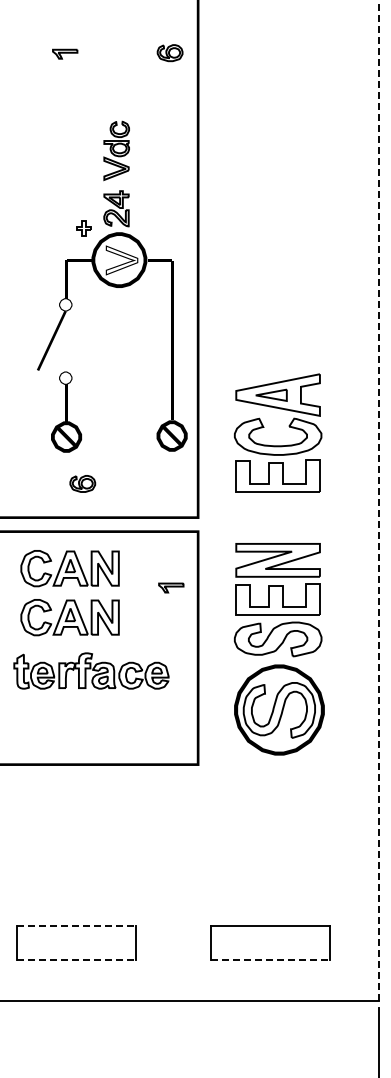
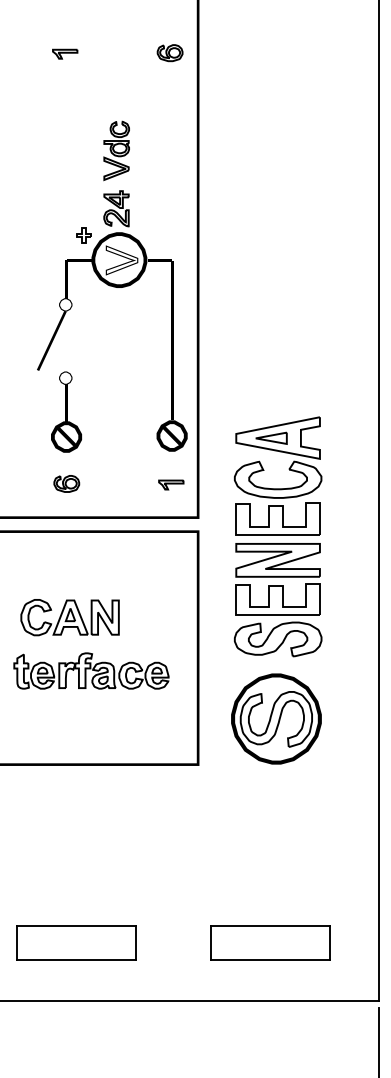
part at (83, 228) position: (83, 228) -> (83, 235)
part at (288, 426) position: (288, 426) -> (288, 469)
part at (82, 483) position: (82, 483) -> (66, 483)
line at (379, 500): dashed -> solid
part at (69, 568): present -> none
part at (171, 587) position: (171, 587) -> (171, 484)
part at (279, 709) position: (279, 709) -> (276, 718)
line at (76, 925): dashed -> solid
line at (76, 960): dashed -> solid
line at (270, 960): dashed -> solid
